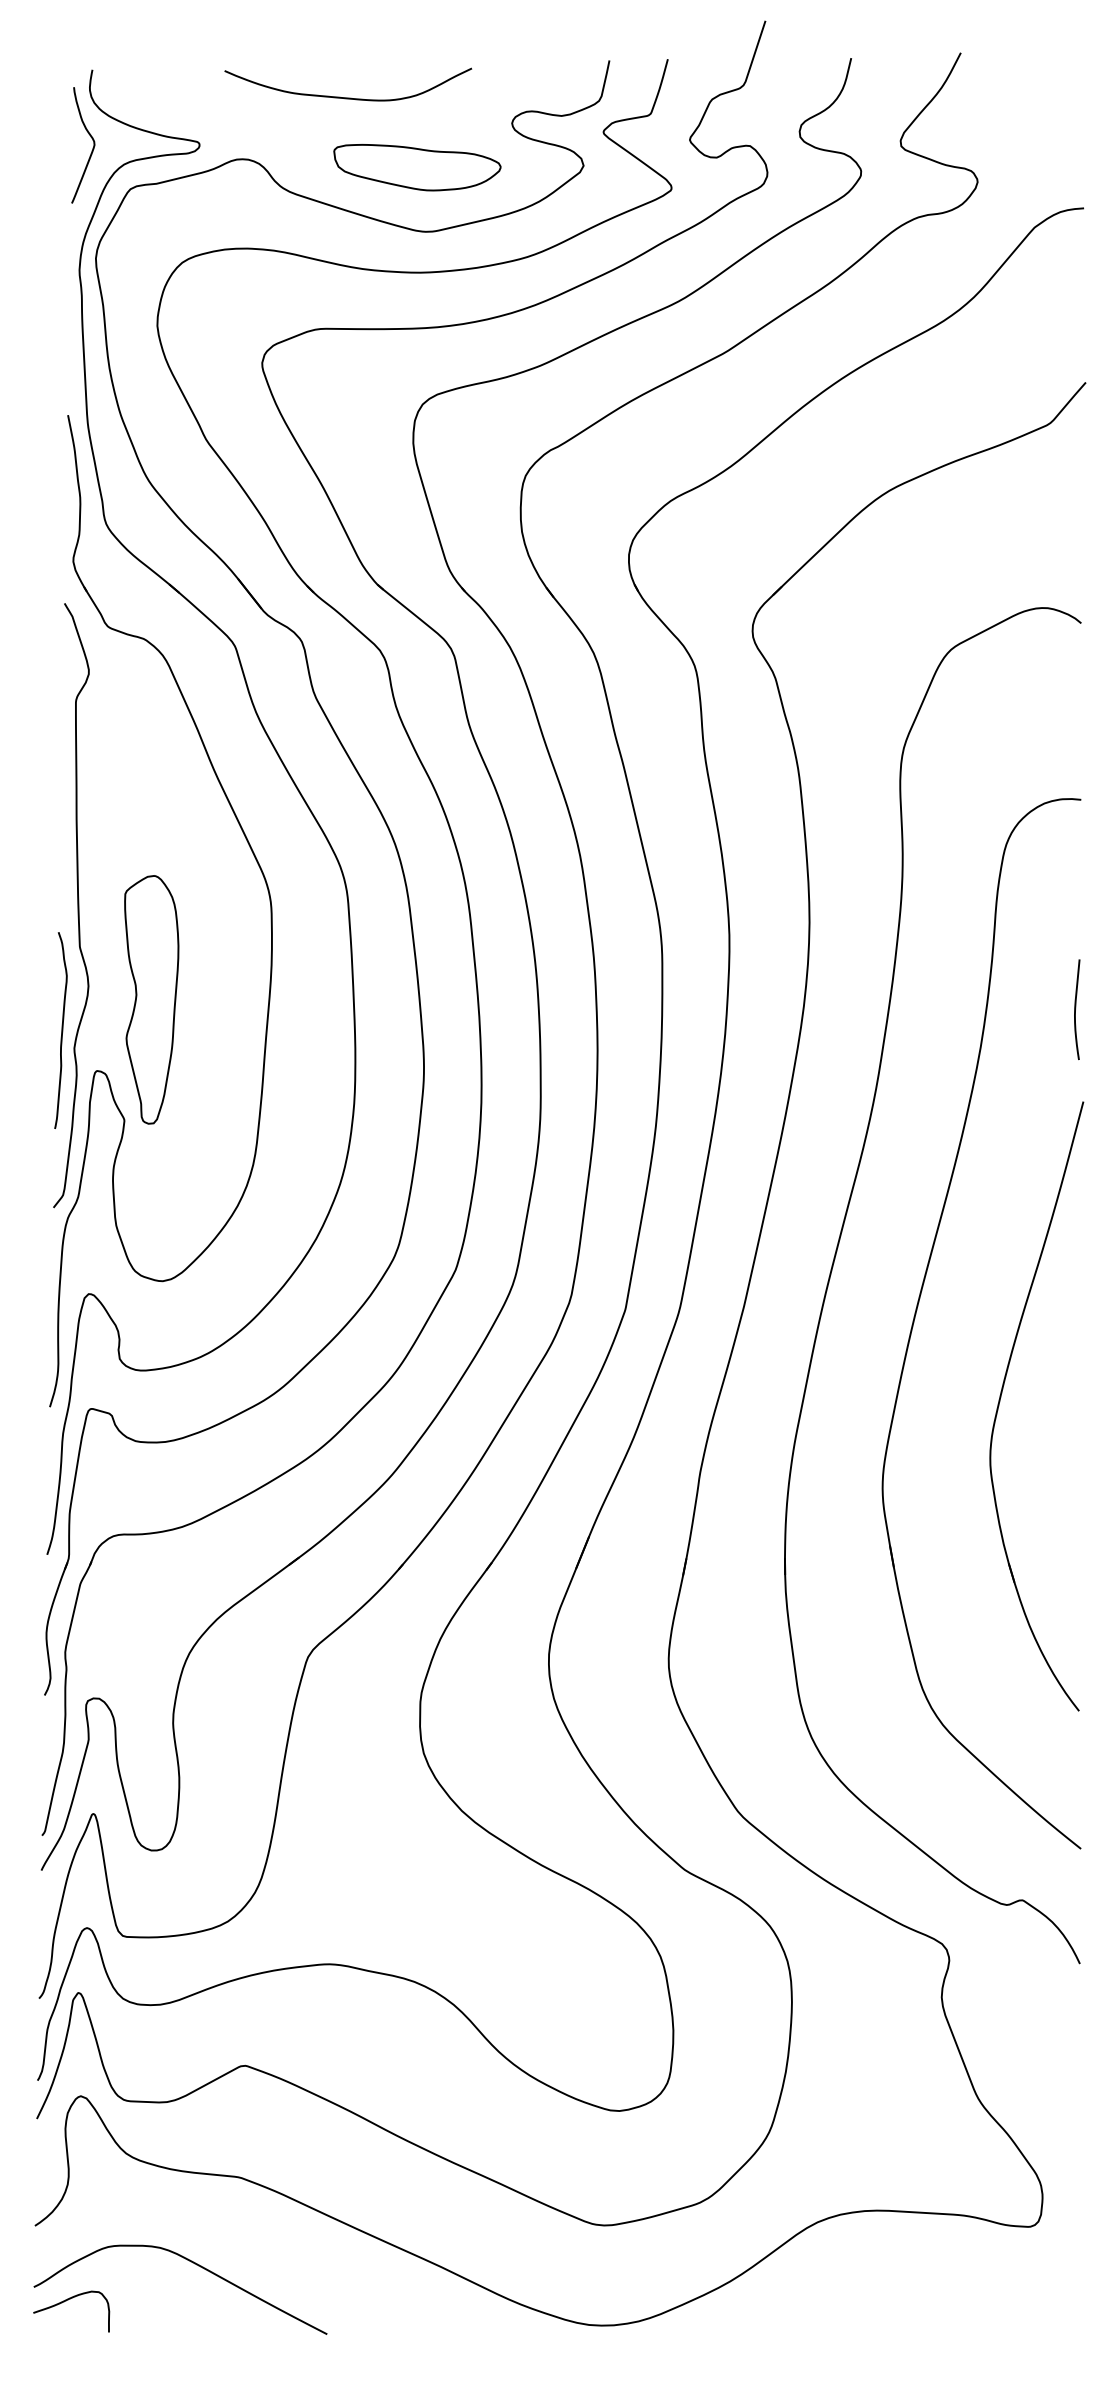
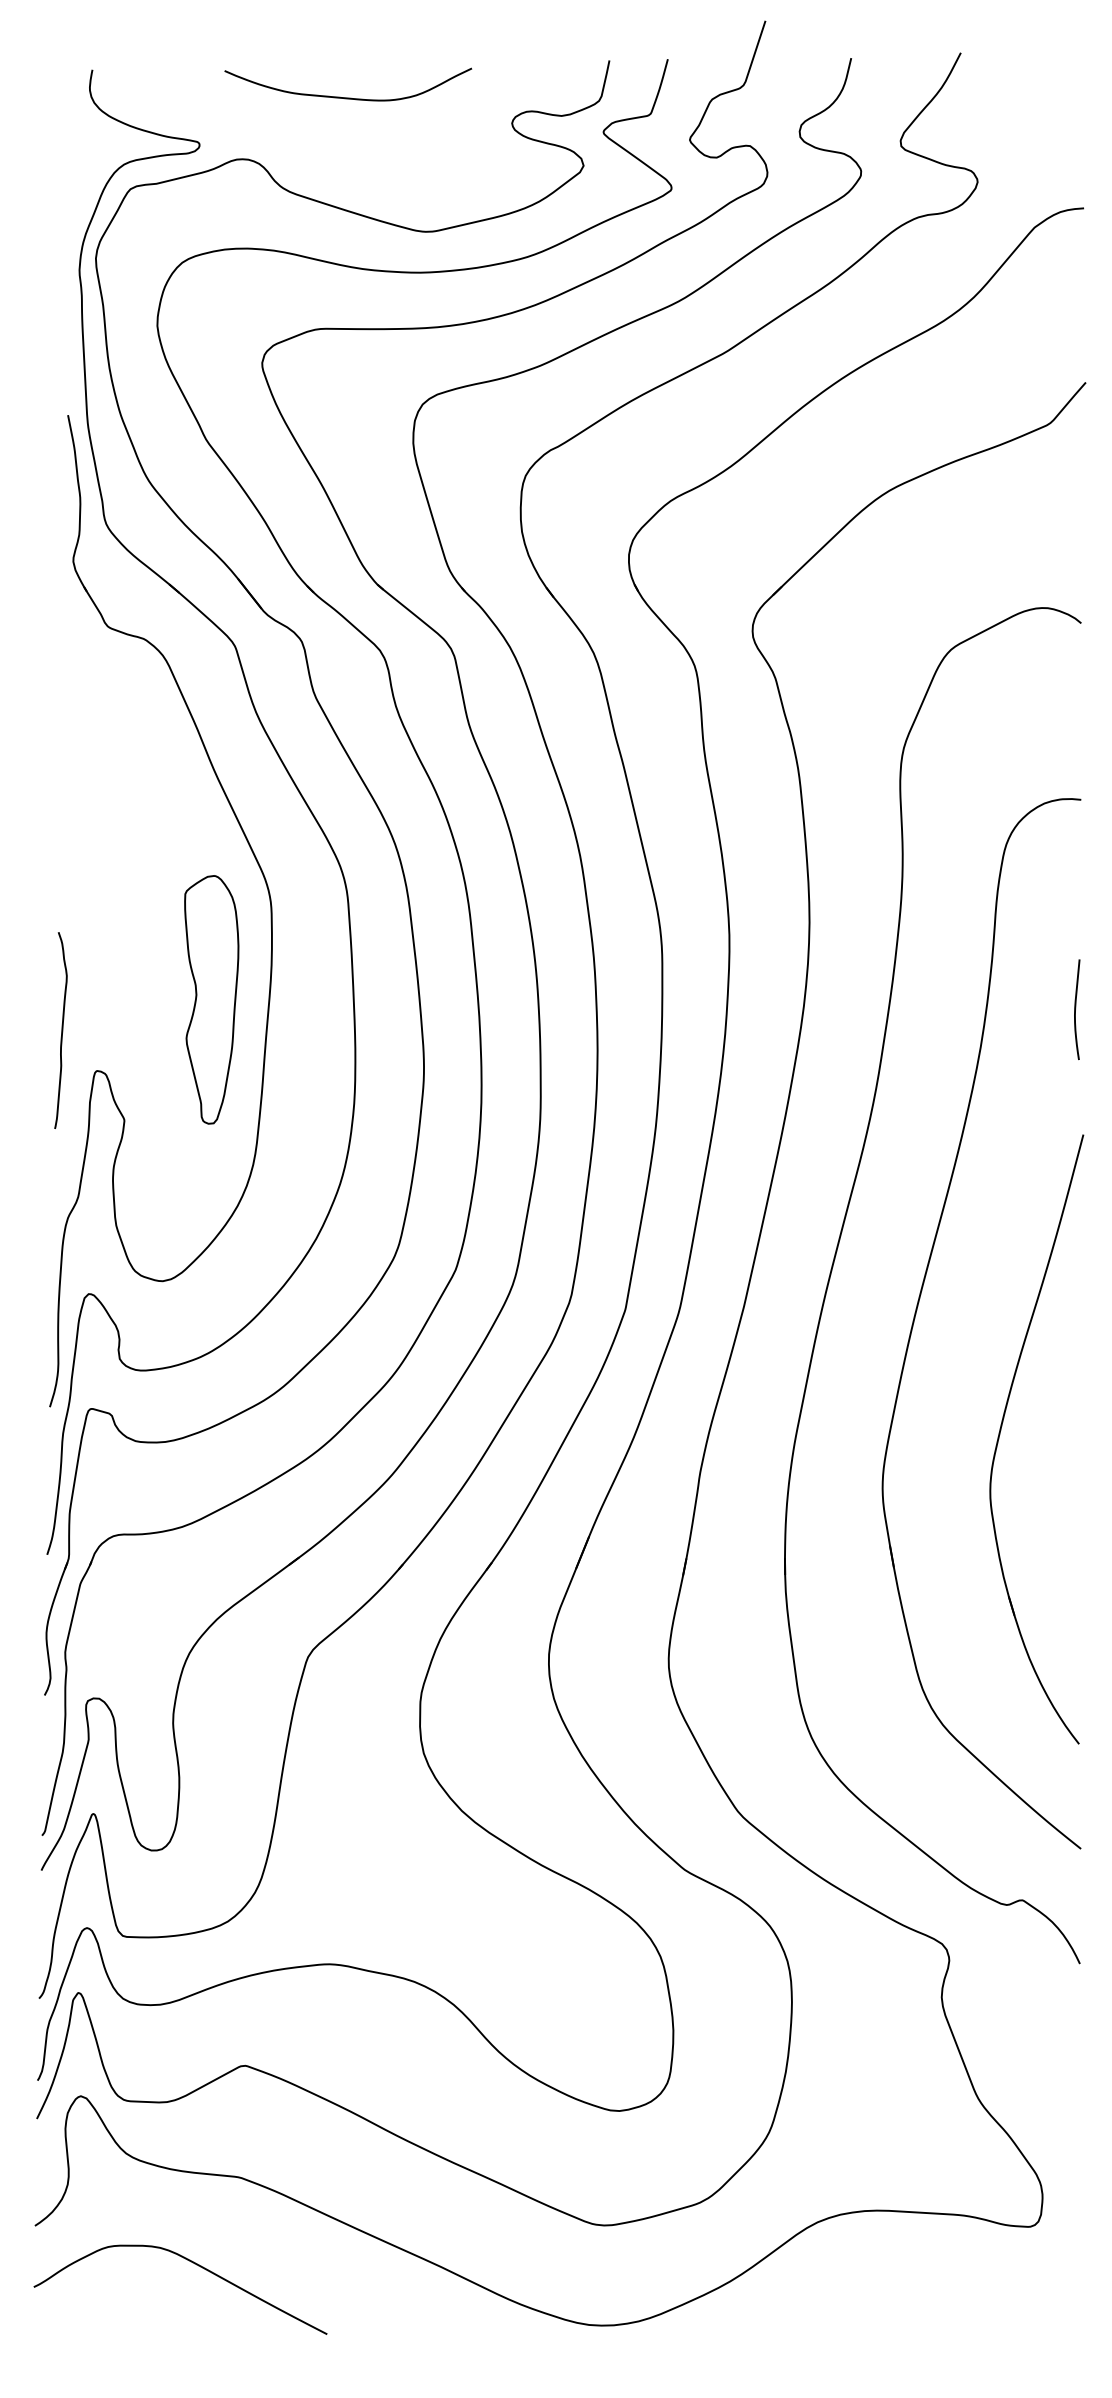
curve at (92, 147): present -> none
part at (417, 167): present -> none
curve at (77, 905): present -> none
part at (151, 999) position: (151, 999) -> (211, 999)
part at (1001, 1397) position: (1001, 1397) -> (1001, 1430)
curve at (66, 2301): present -> none
